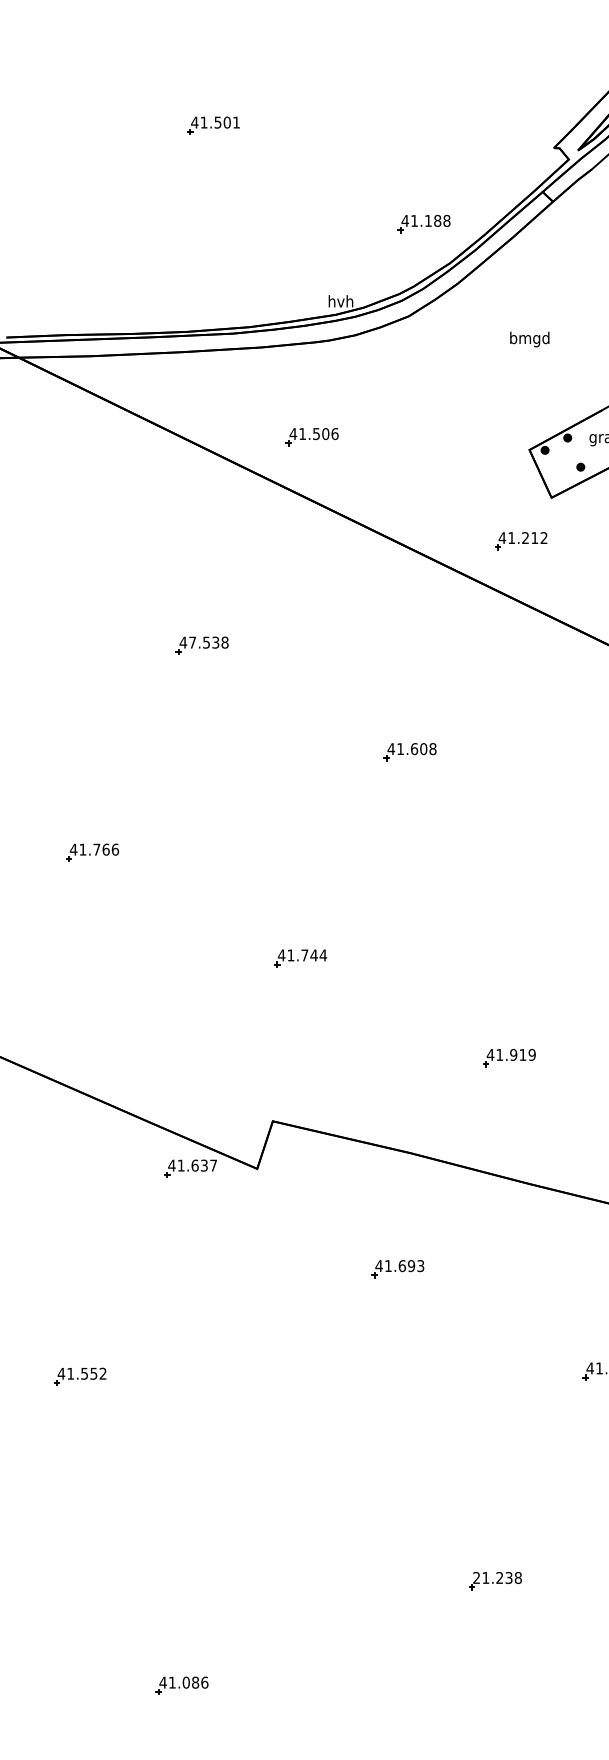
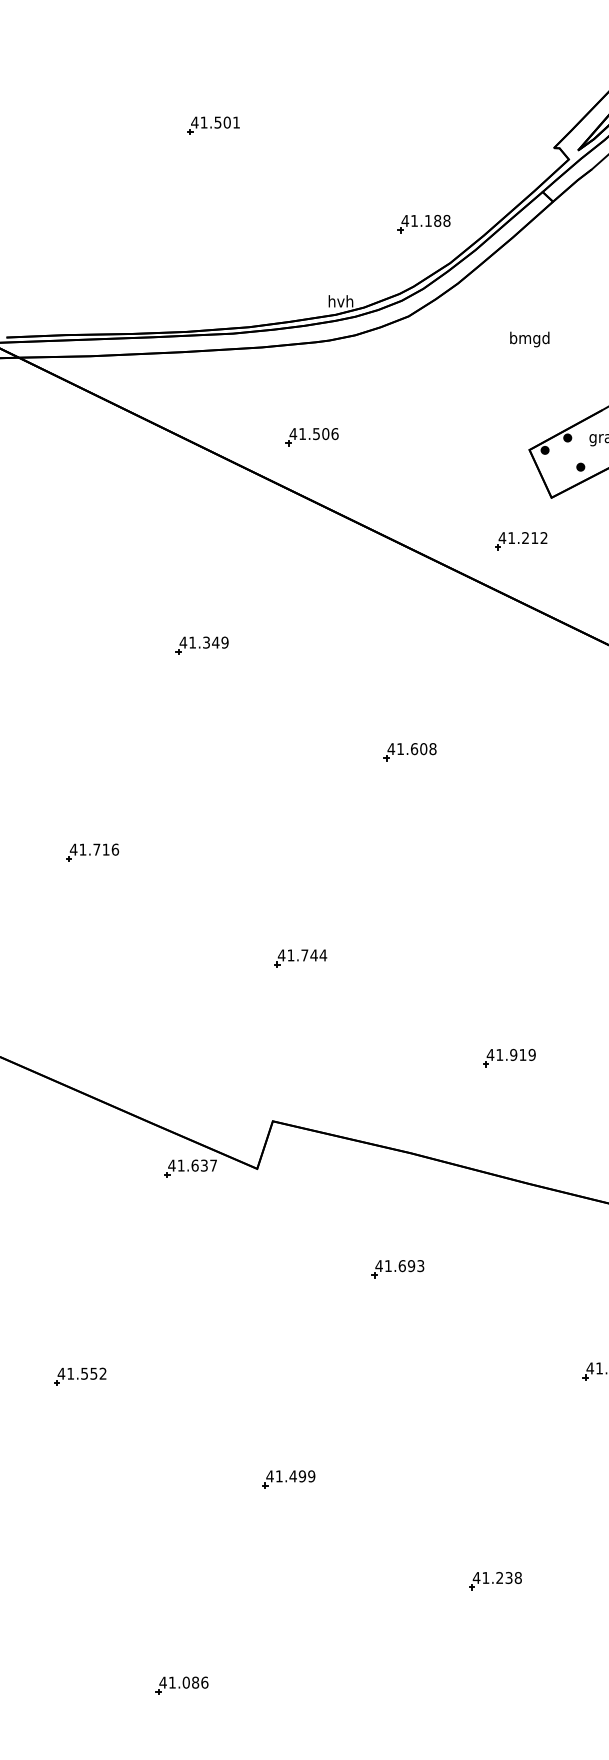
text at (208, 642): 47.538 -> 41.349
text at (105, 849): 41.766 -> 41.716
part at (288, 1479): none -> present
text at (476, 1577): 21.238 -> 41.238
